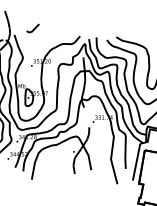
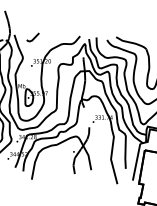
line at (33, 28) position: (33, 28) -> (33, 37)
